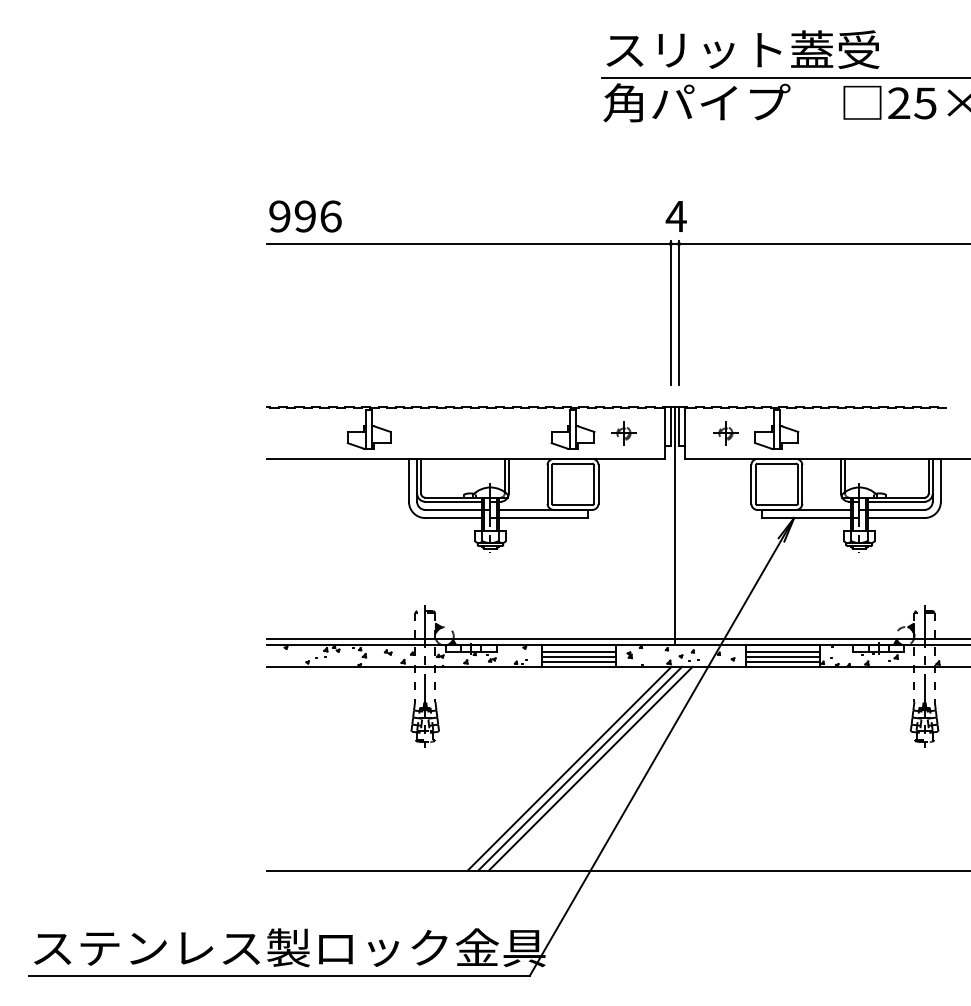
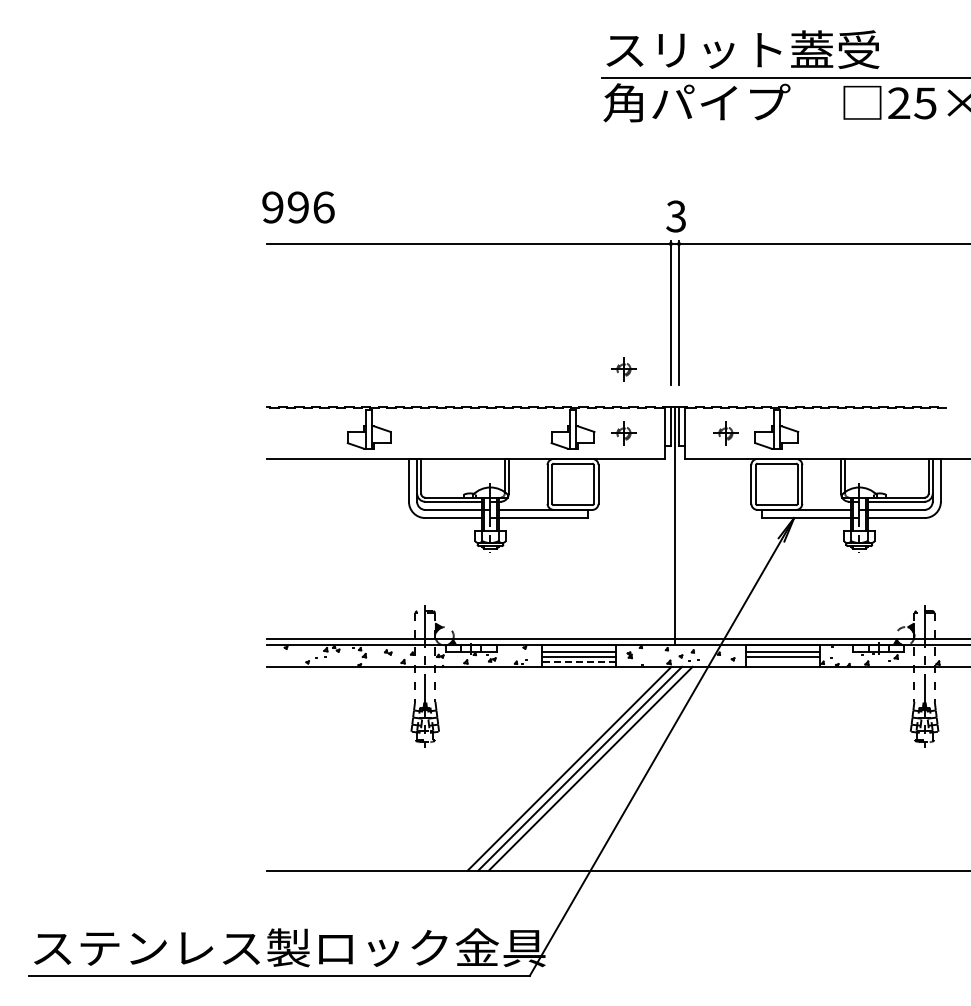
text at (305, 216) position: (305, 216) -> (298, 207)
text at (675, 216): 4 -> 3
part at (623, 369): none -> present
line at (578, 661): solid -> dashed
line at (782, 661): present -> none
